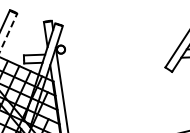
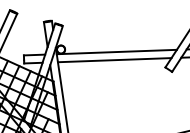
line at (9, 31): dashed -> solid
line at (116, 51): none -> present
line at (114, 60): none -> present
